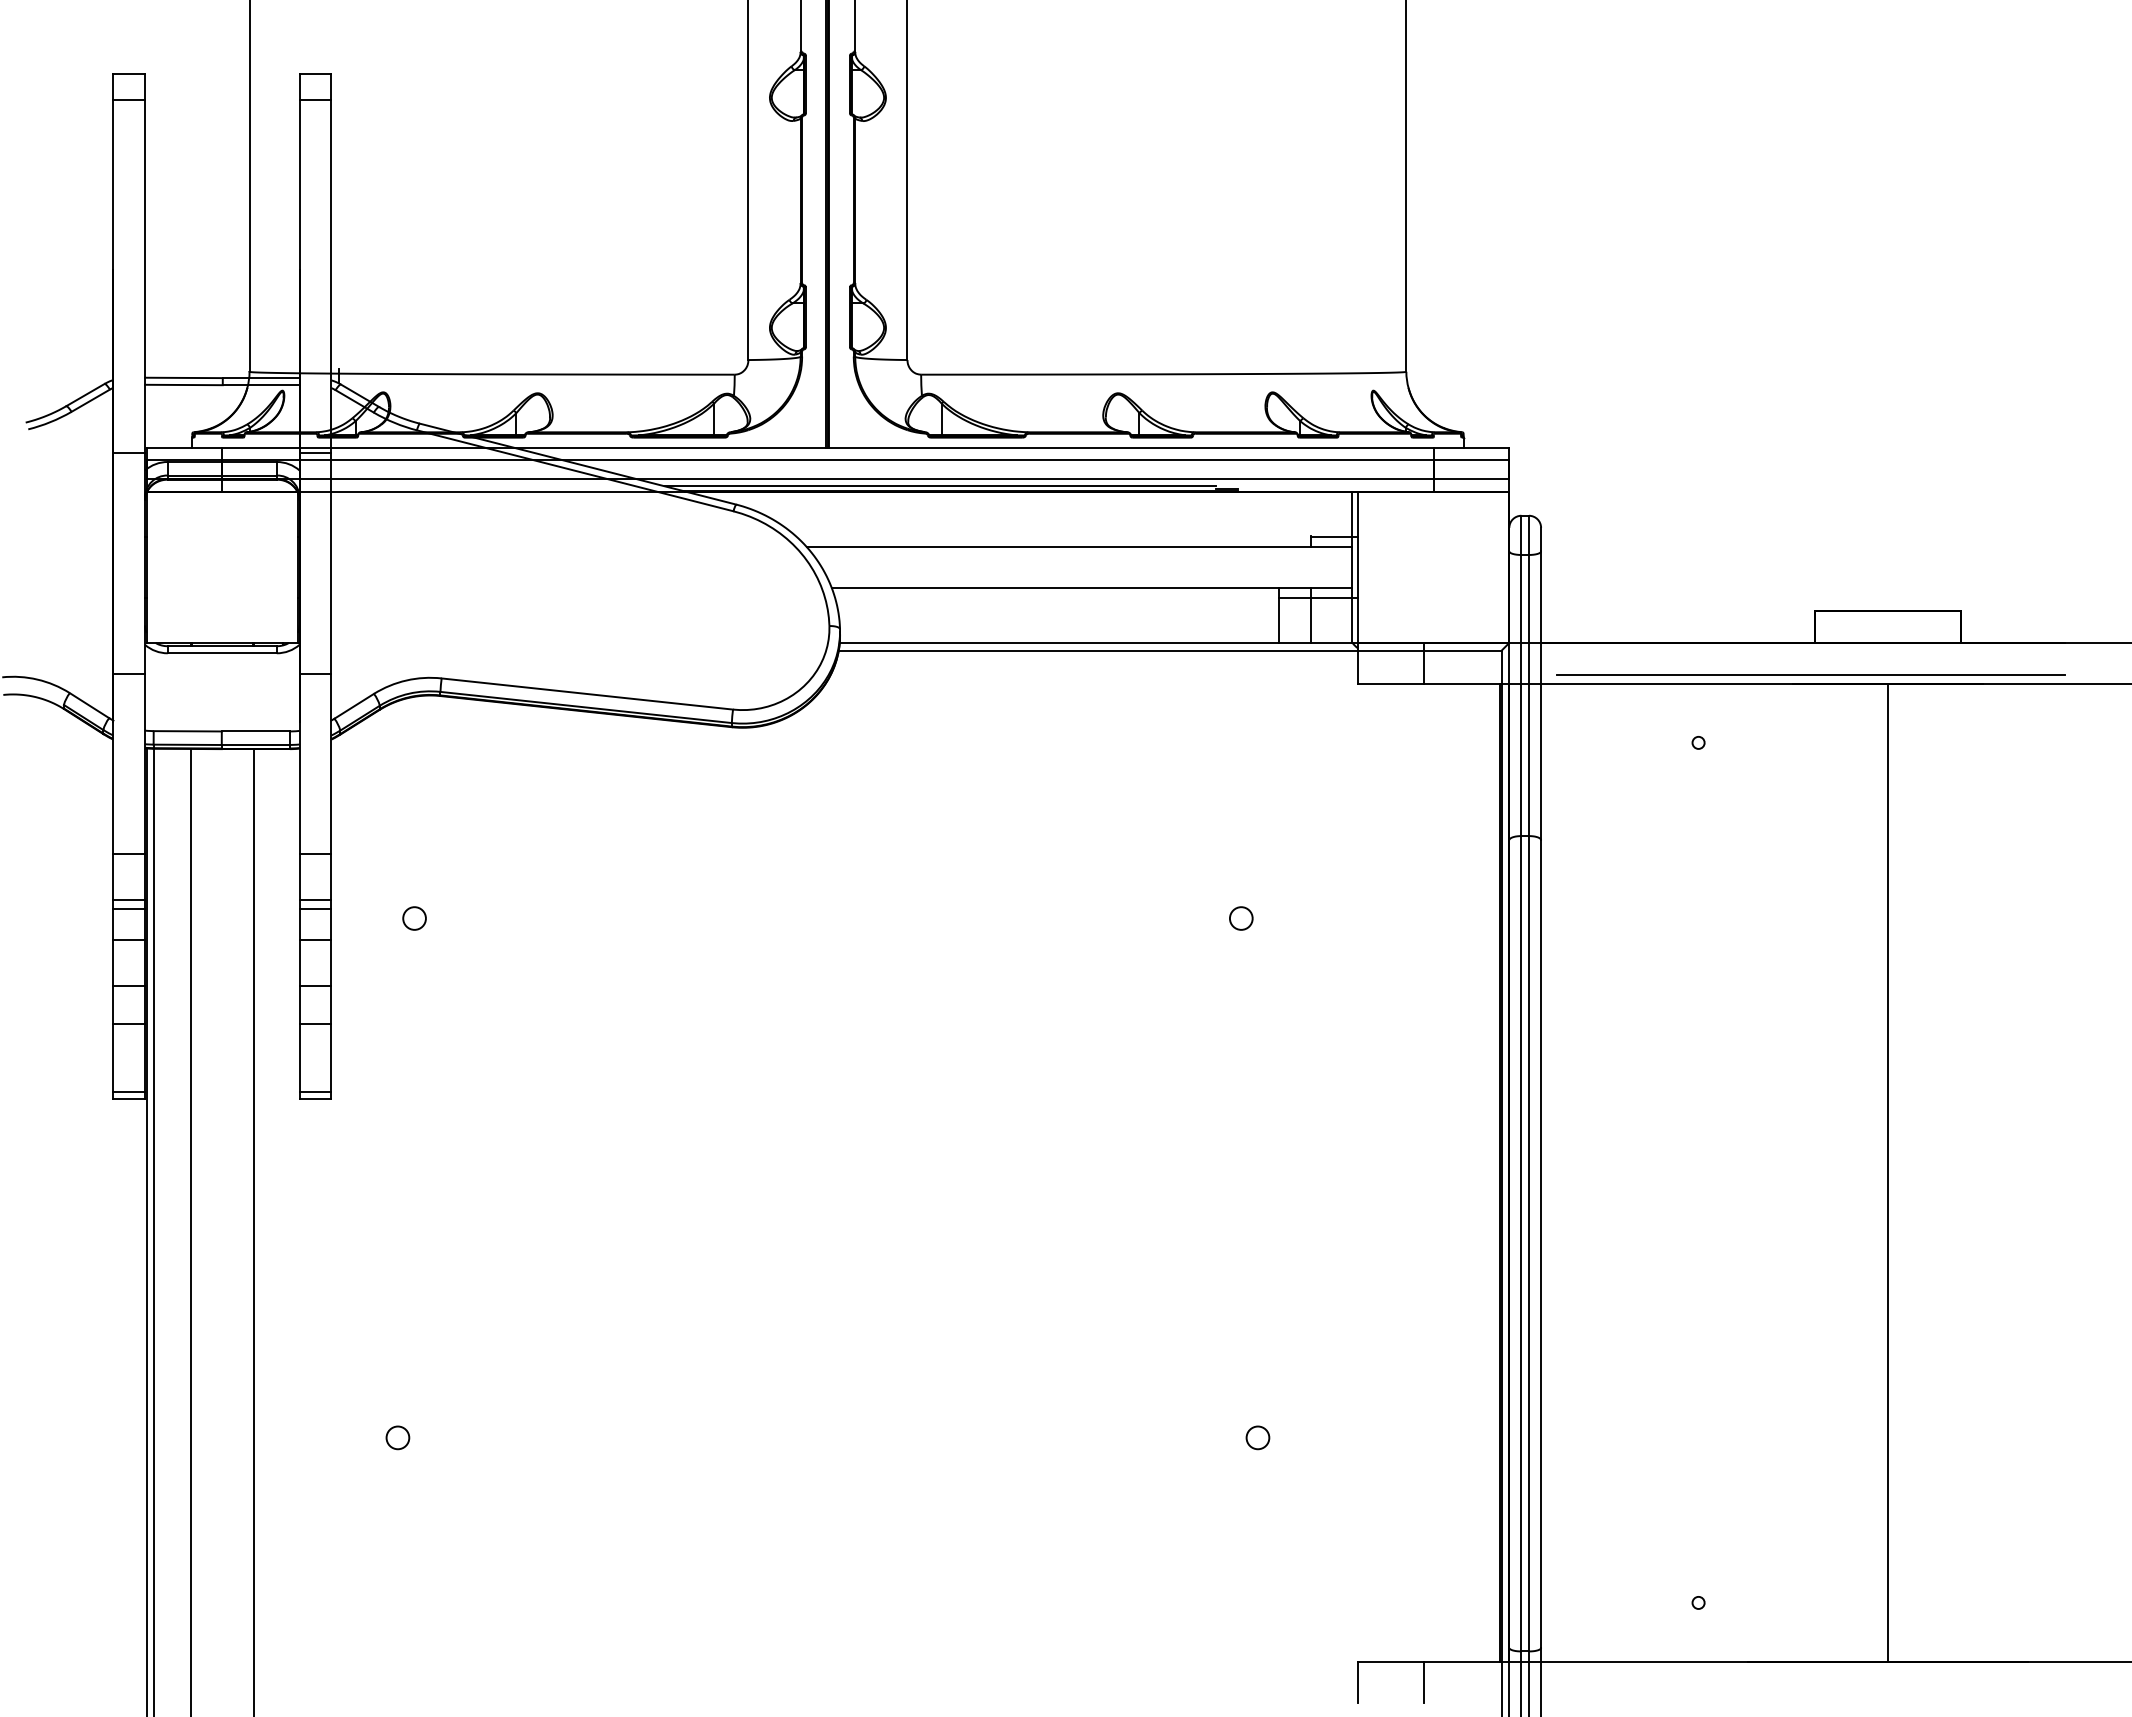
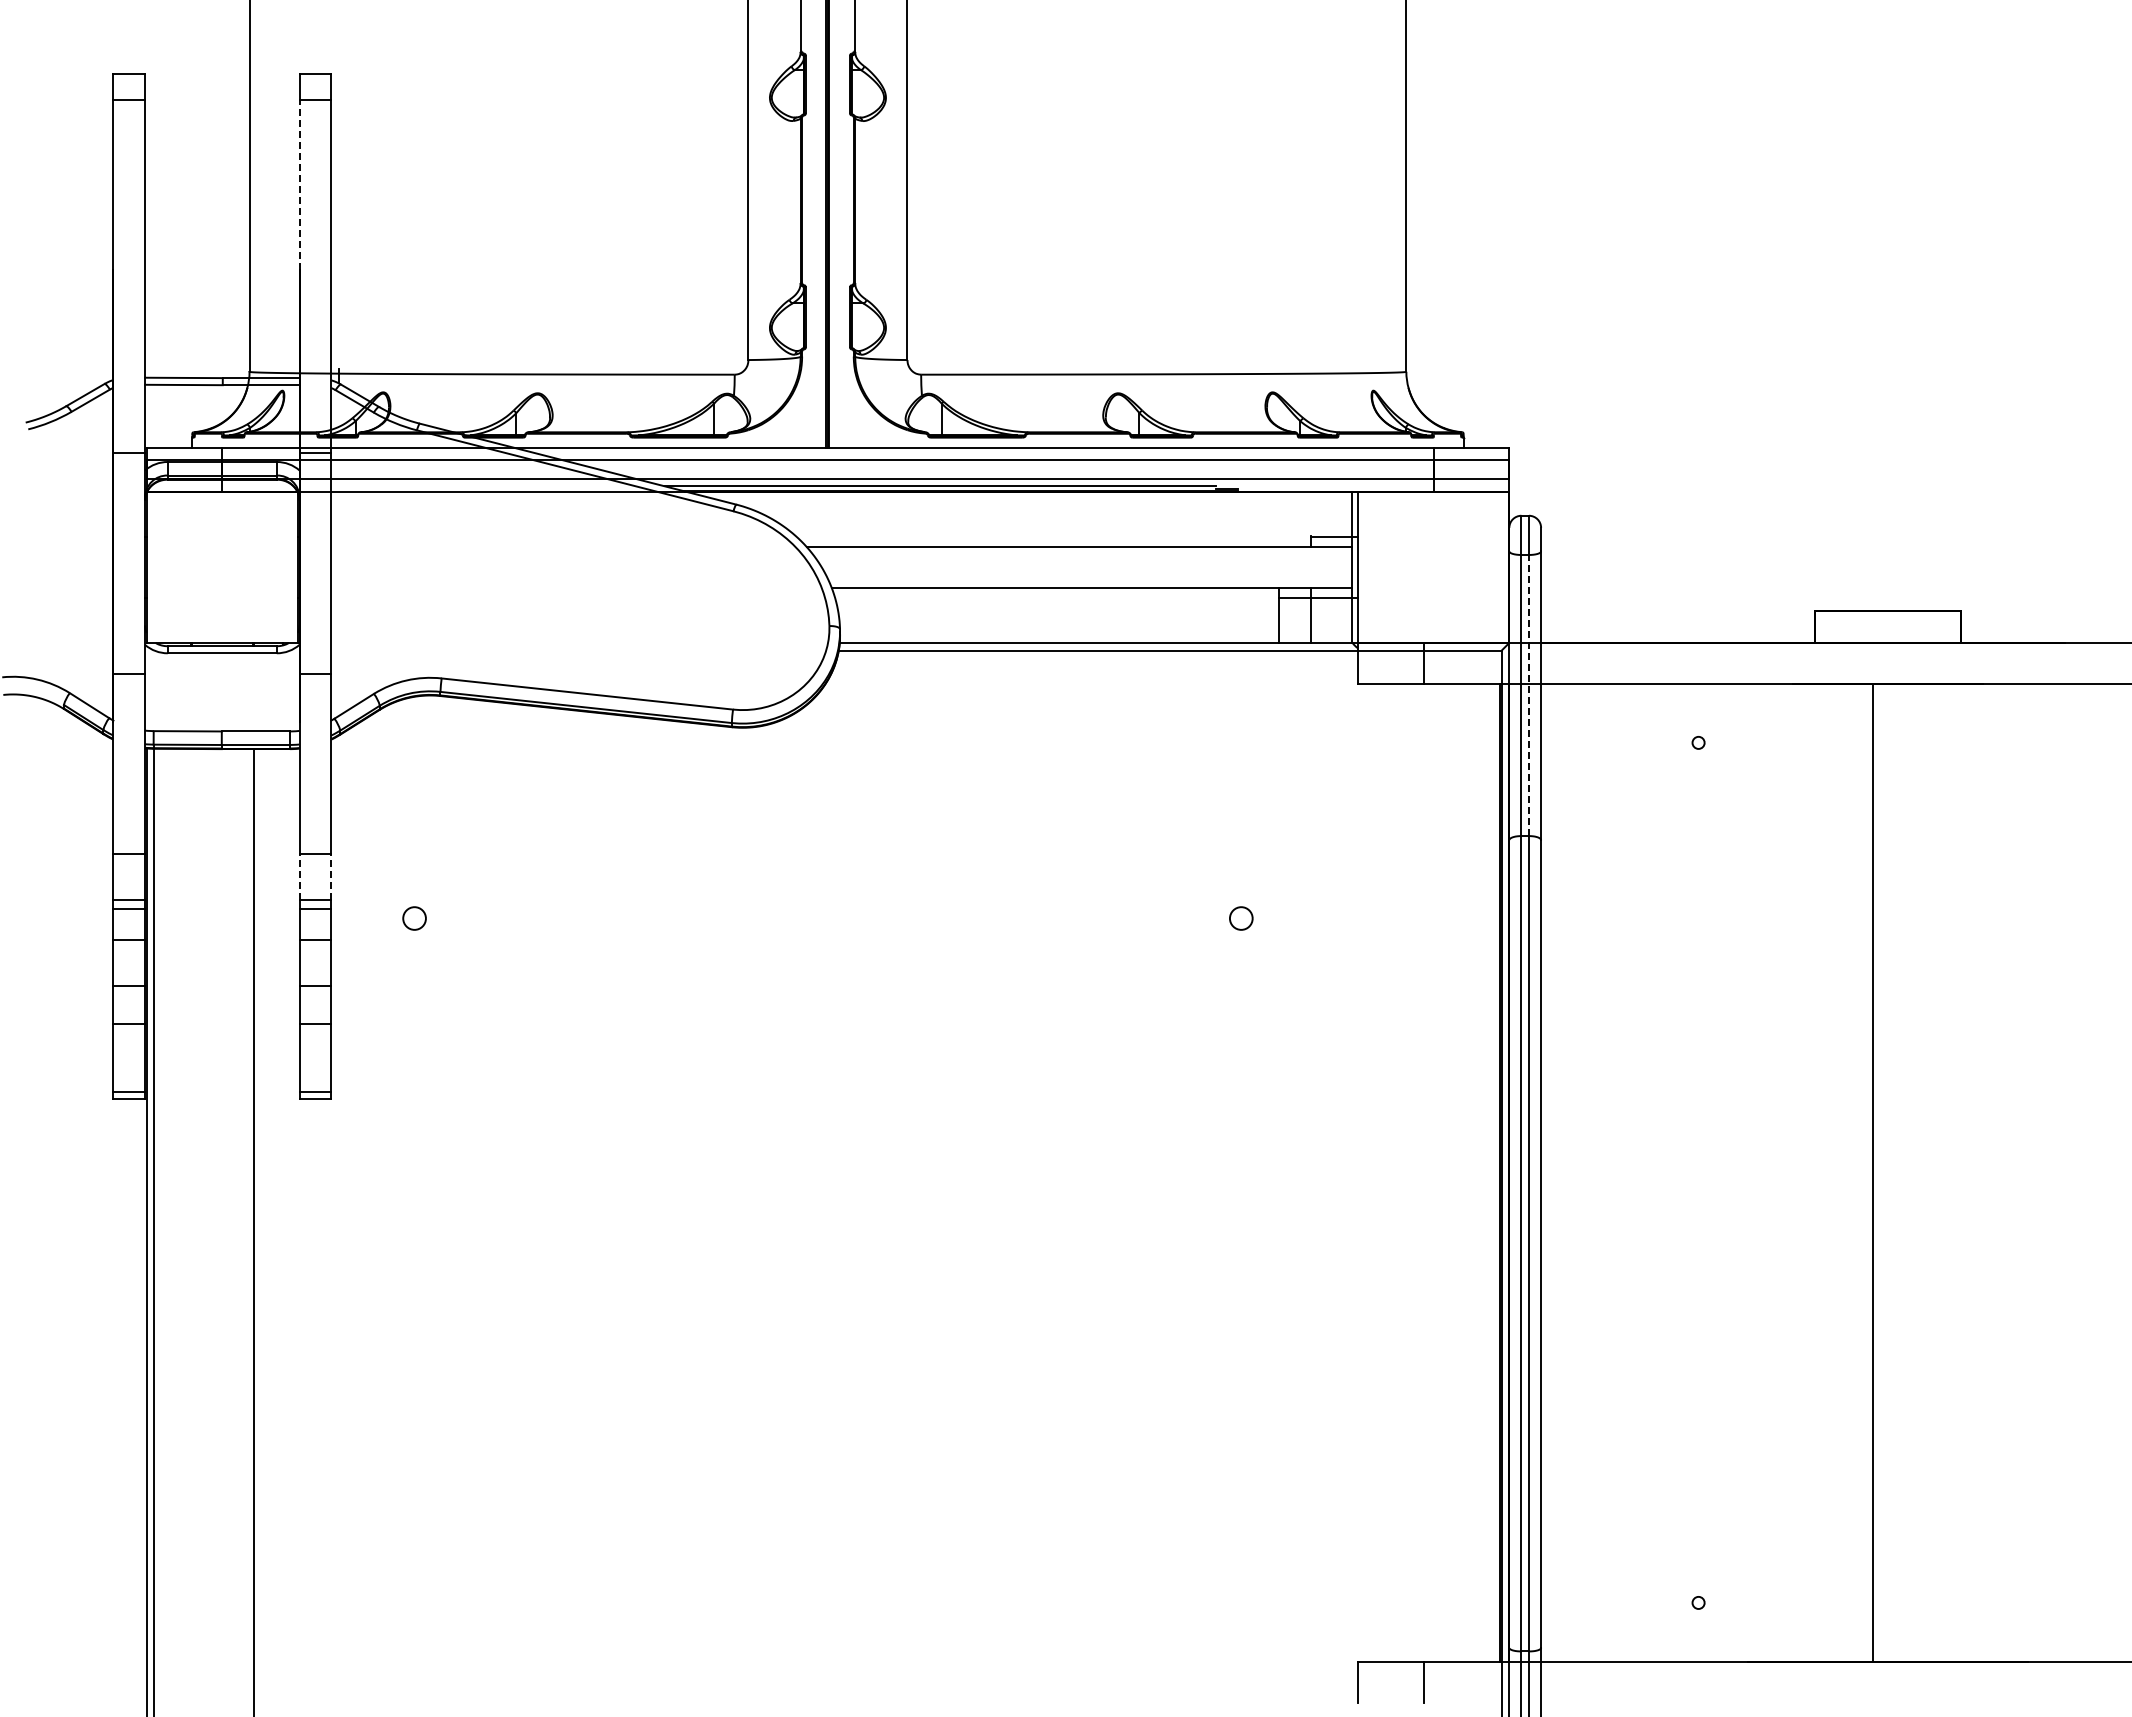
line at (299, 184): solid -> dashed
line at (1810, 674): present -> none
line at (1529, 695): solid -> dashed
line at (299, 876): solid -> dashed
line at (331, 876): solid -> dashed
line at (1887, 1172) position: (1887, 1172) -> (1872, 1172)
line at (190, 1230): present -> none
circle at (397, 1437): present -> none
circle at (1257, 1437): present -> none
